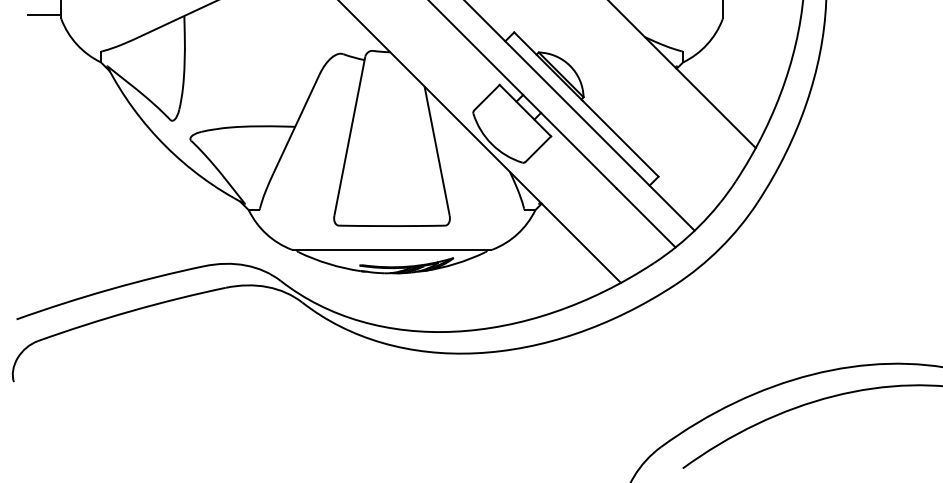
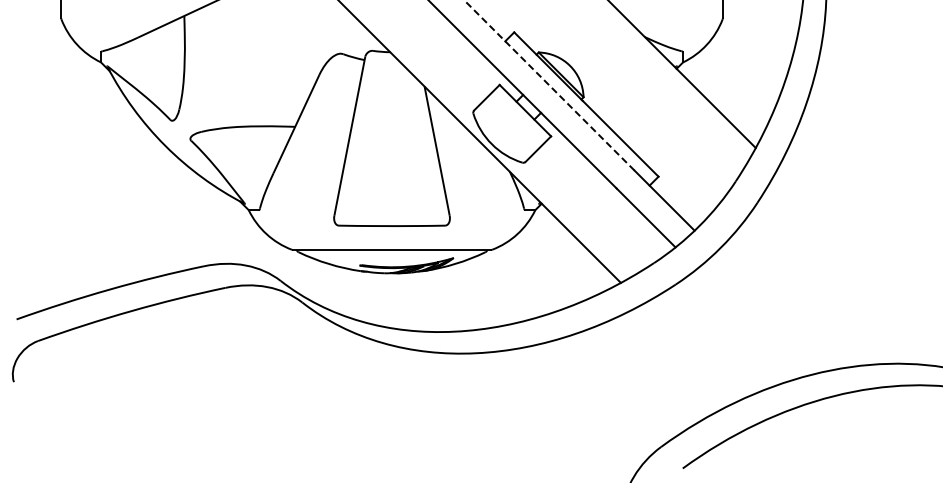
line at (44, 14): present -> none
line at (549, 85): solid -> dashed
